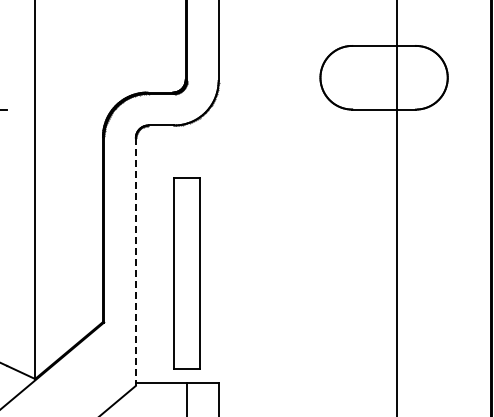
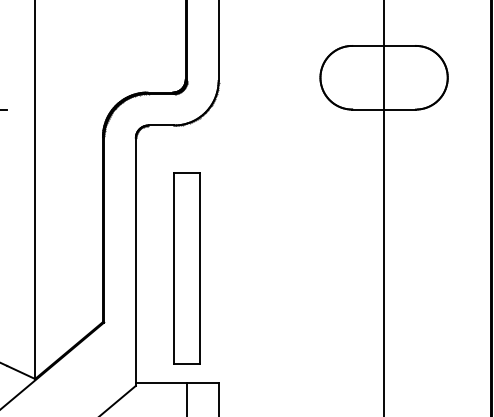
line at (397, 207) position: (397, 207) -> (384, 207)
line at (135, 262): dashed -> solid
part at (186, 273) position: (186, 273) -> (186, 268)
